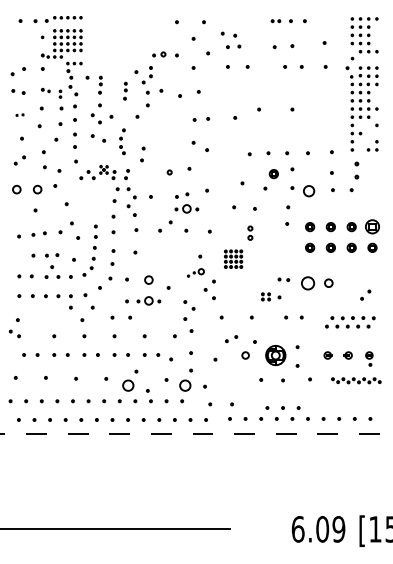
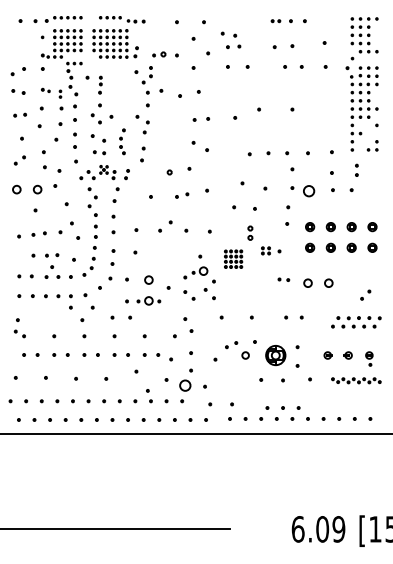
part at (118, 37): none -> present
part at (125, 90): present -> none
part at (19, 114) size: 10x4 px -> 14x6 px
part at (145, 127): none -> present
part at (99, 152): none -> present
part at (356, 170) size: 6x19 px -> 4x14 px
part at (273, 174): present -> none
part at (131, 201) position: (131, 201) -> (92, 201)
part at (186, 208): present -> none
part at (372, 226) size: 15x16 px -> 11x11 px
part at (195, 272) size: 18x10 px -> 26x14 px
circle at (308, 283) size: 15x15 px -> 10x10 px
part at (271, 296) position: (271, 296) -> (271, 250)
part at (189, 305) position: (189, 305) -> (189, 295)
part at (350, 322) position: (350, 322) -> (356, 322)
part at (14, 333) position: (14, 333) -> (19, 333)
part at (231, 339) position: (231, 339) -> (231, 345)
circle at (128, 385): present -> none
line at (195, 433): dashed -> solid
